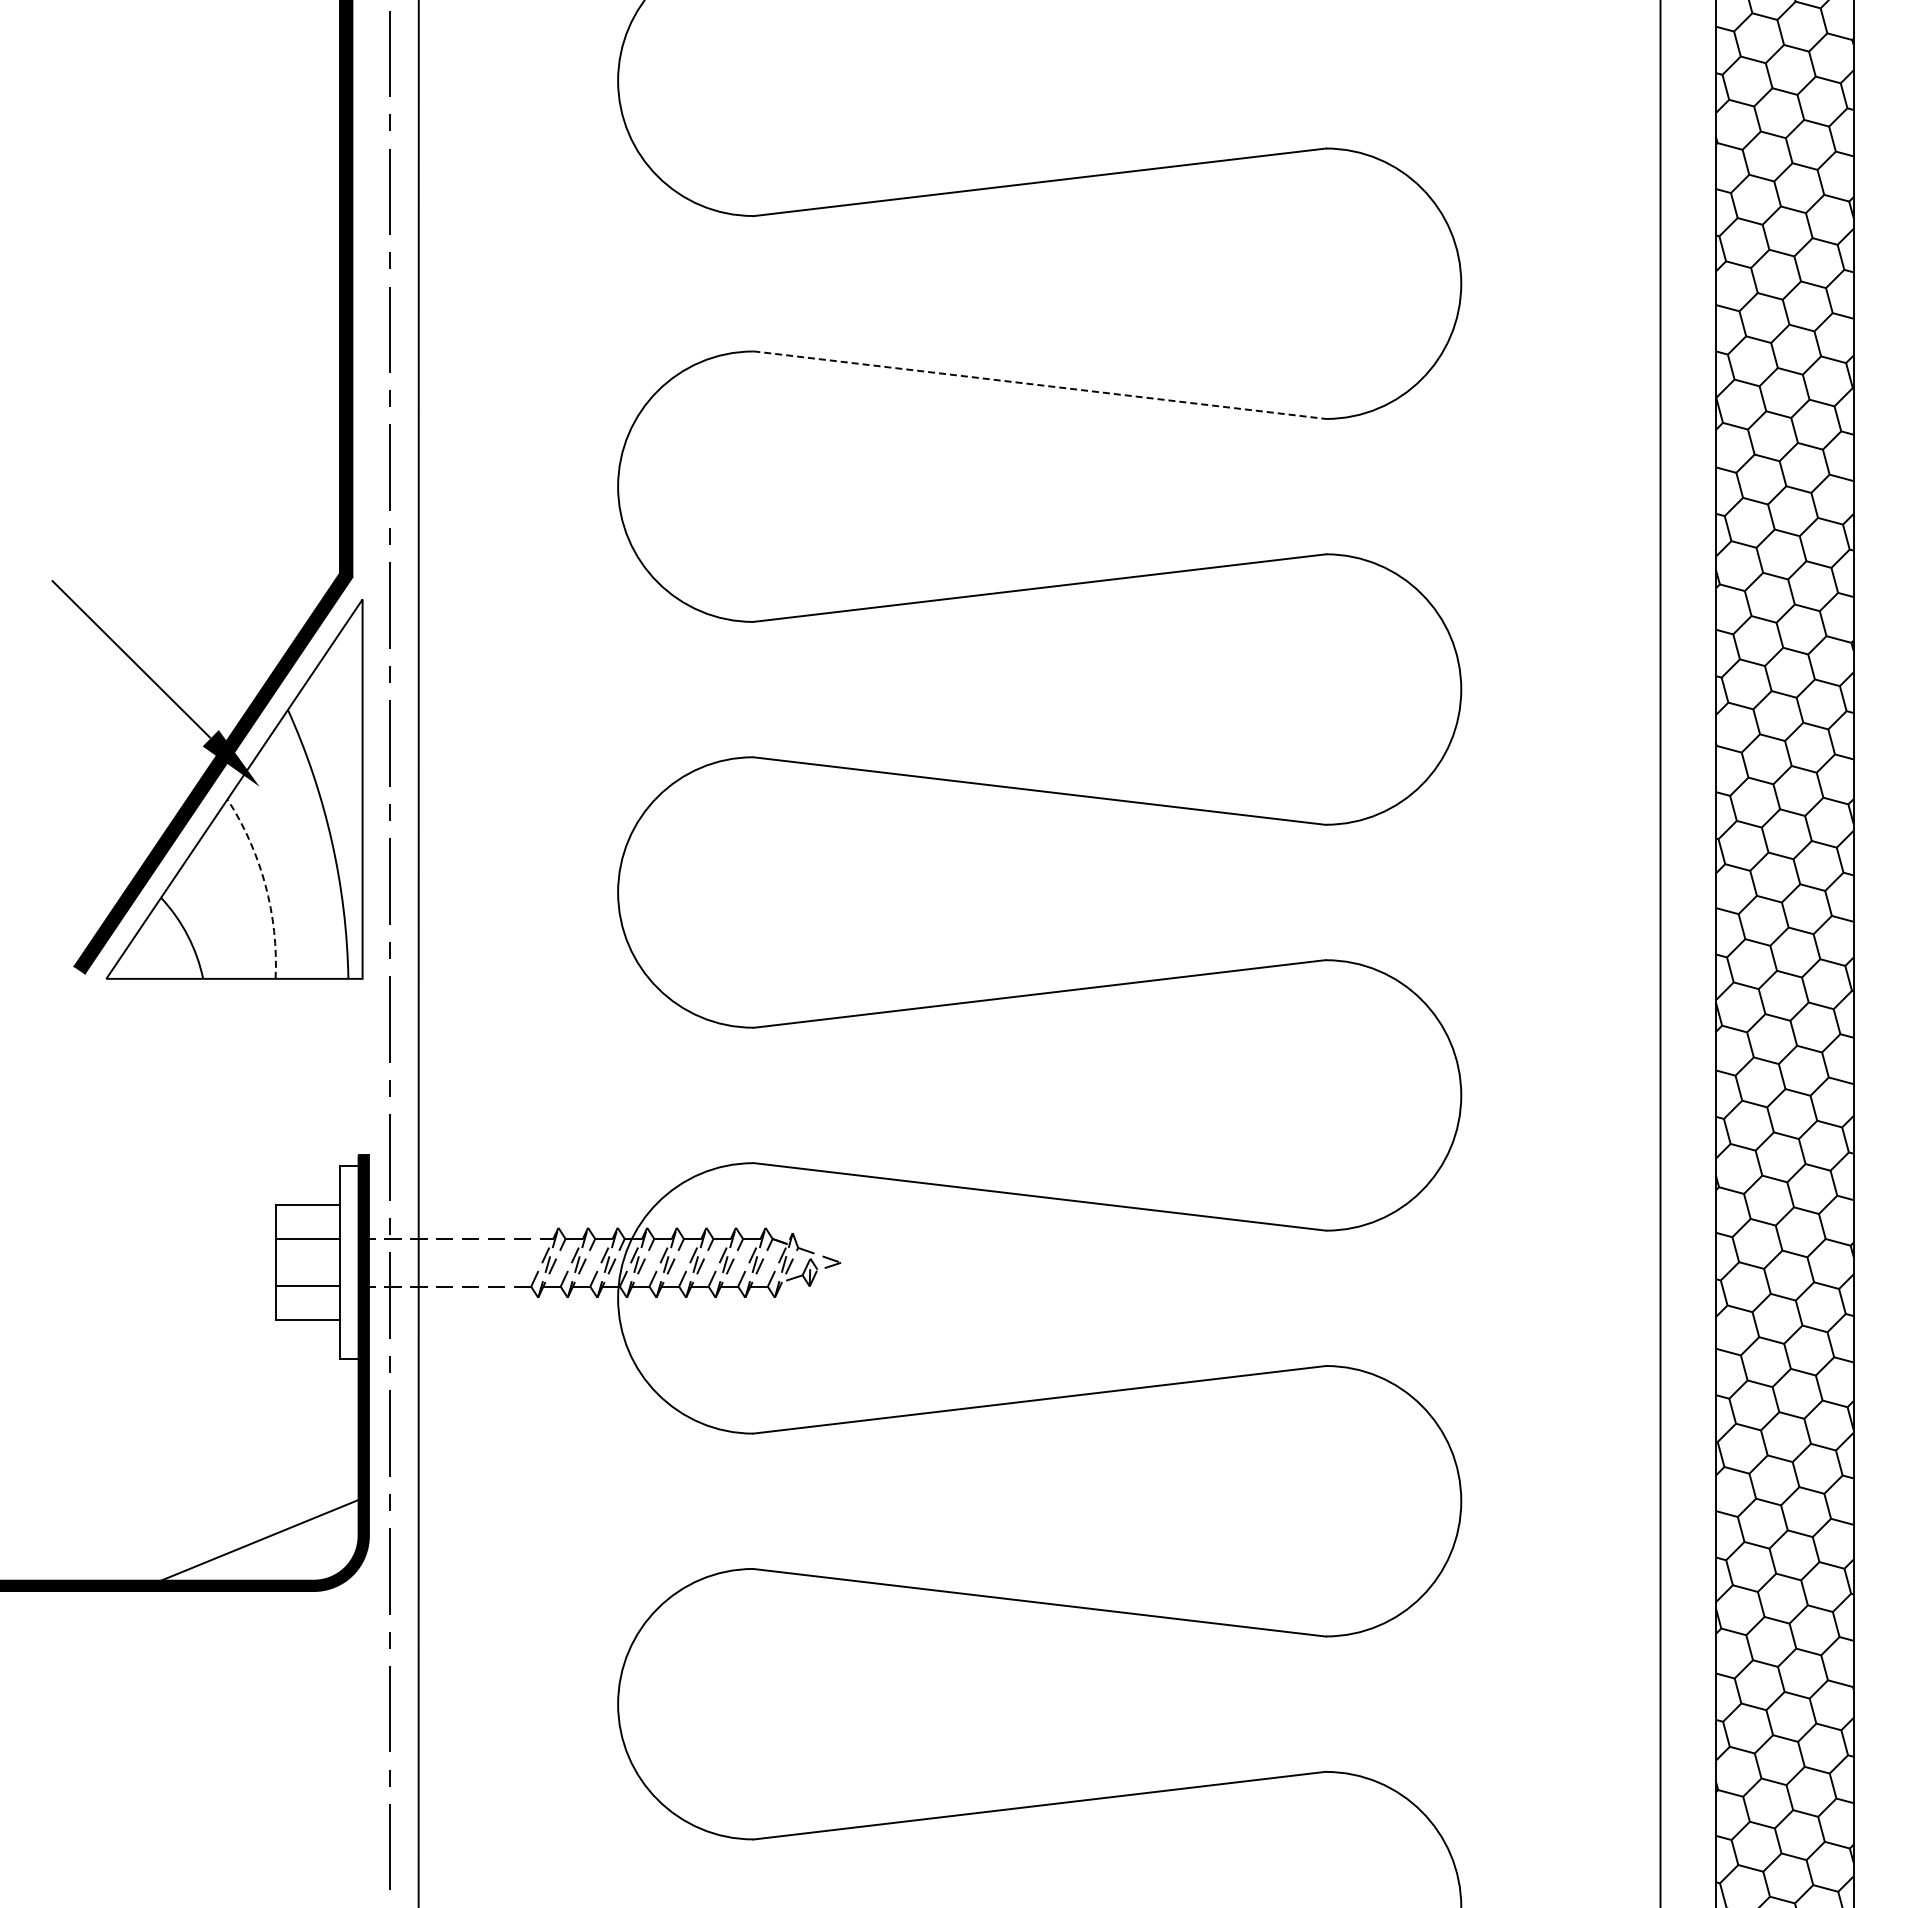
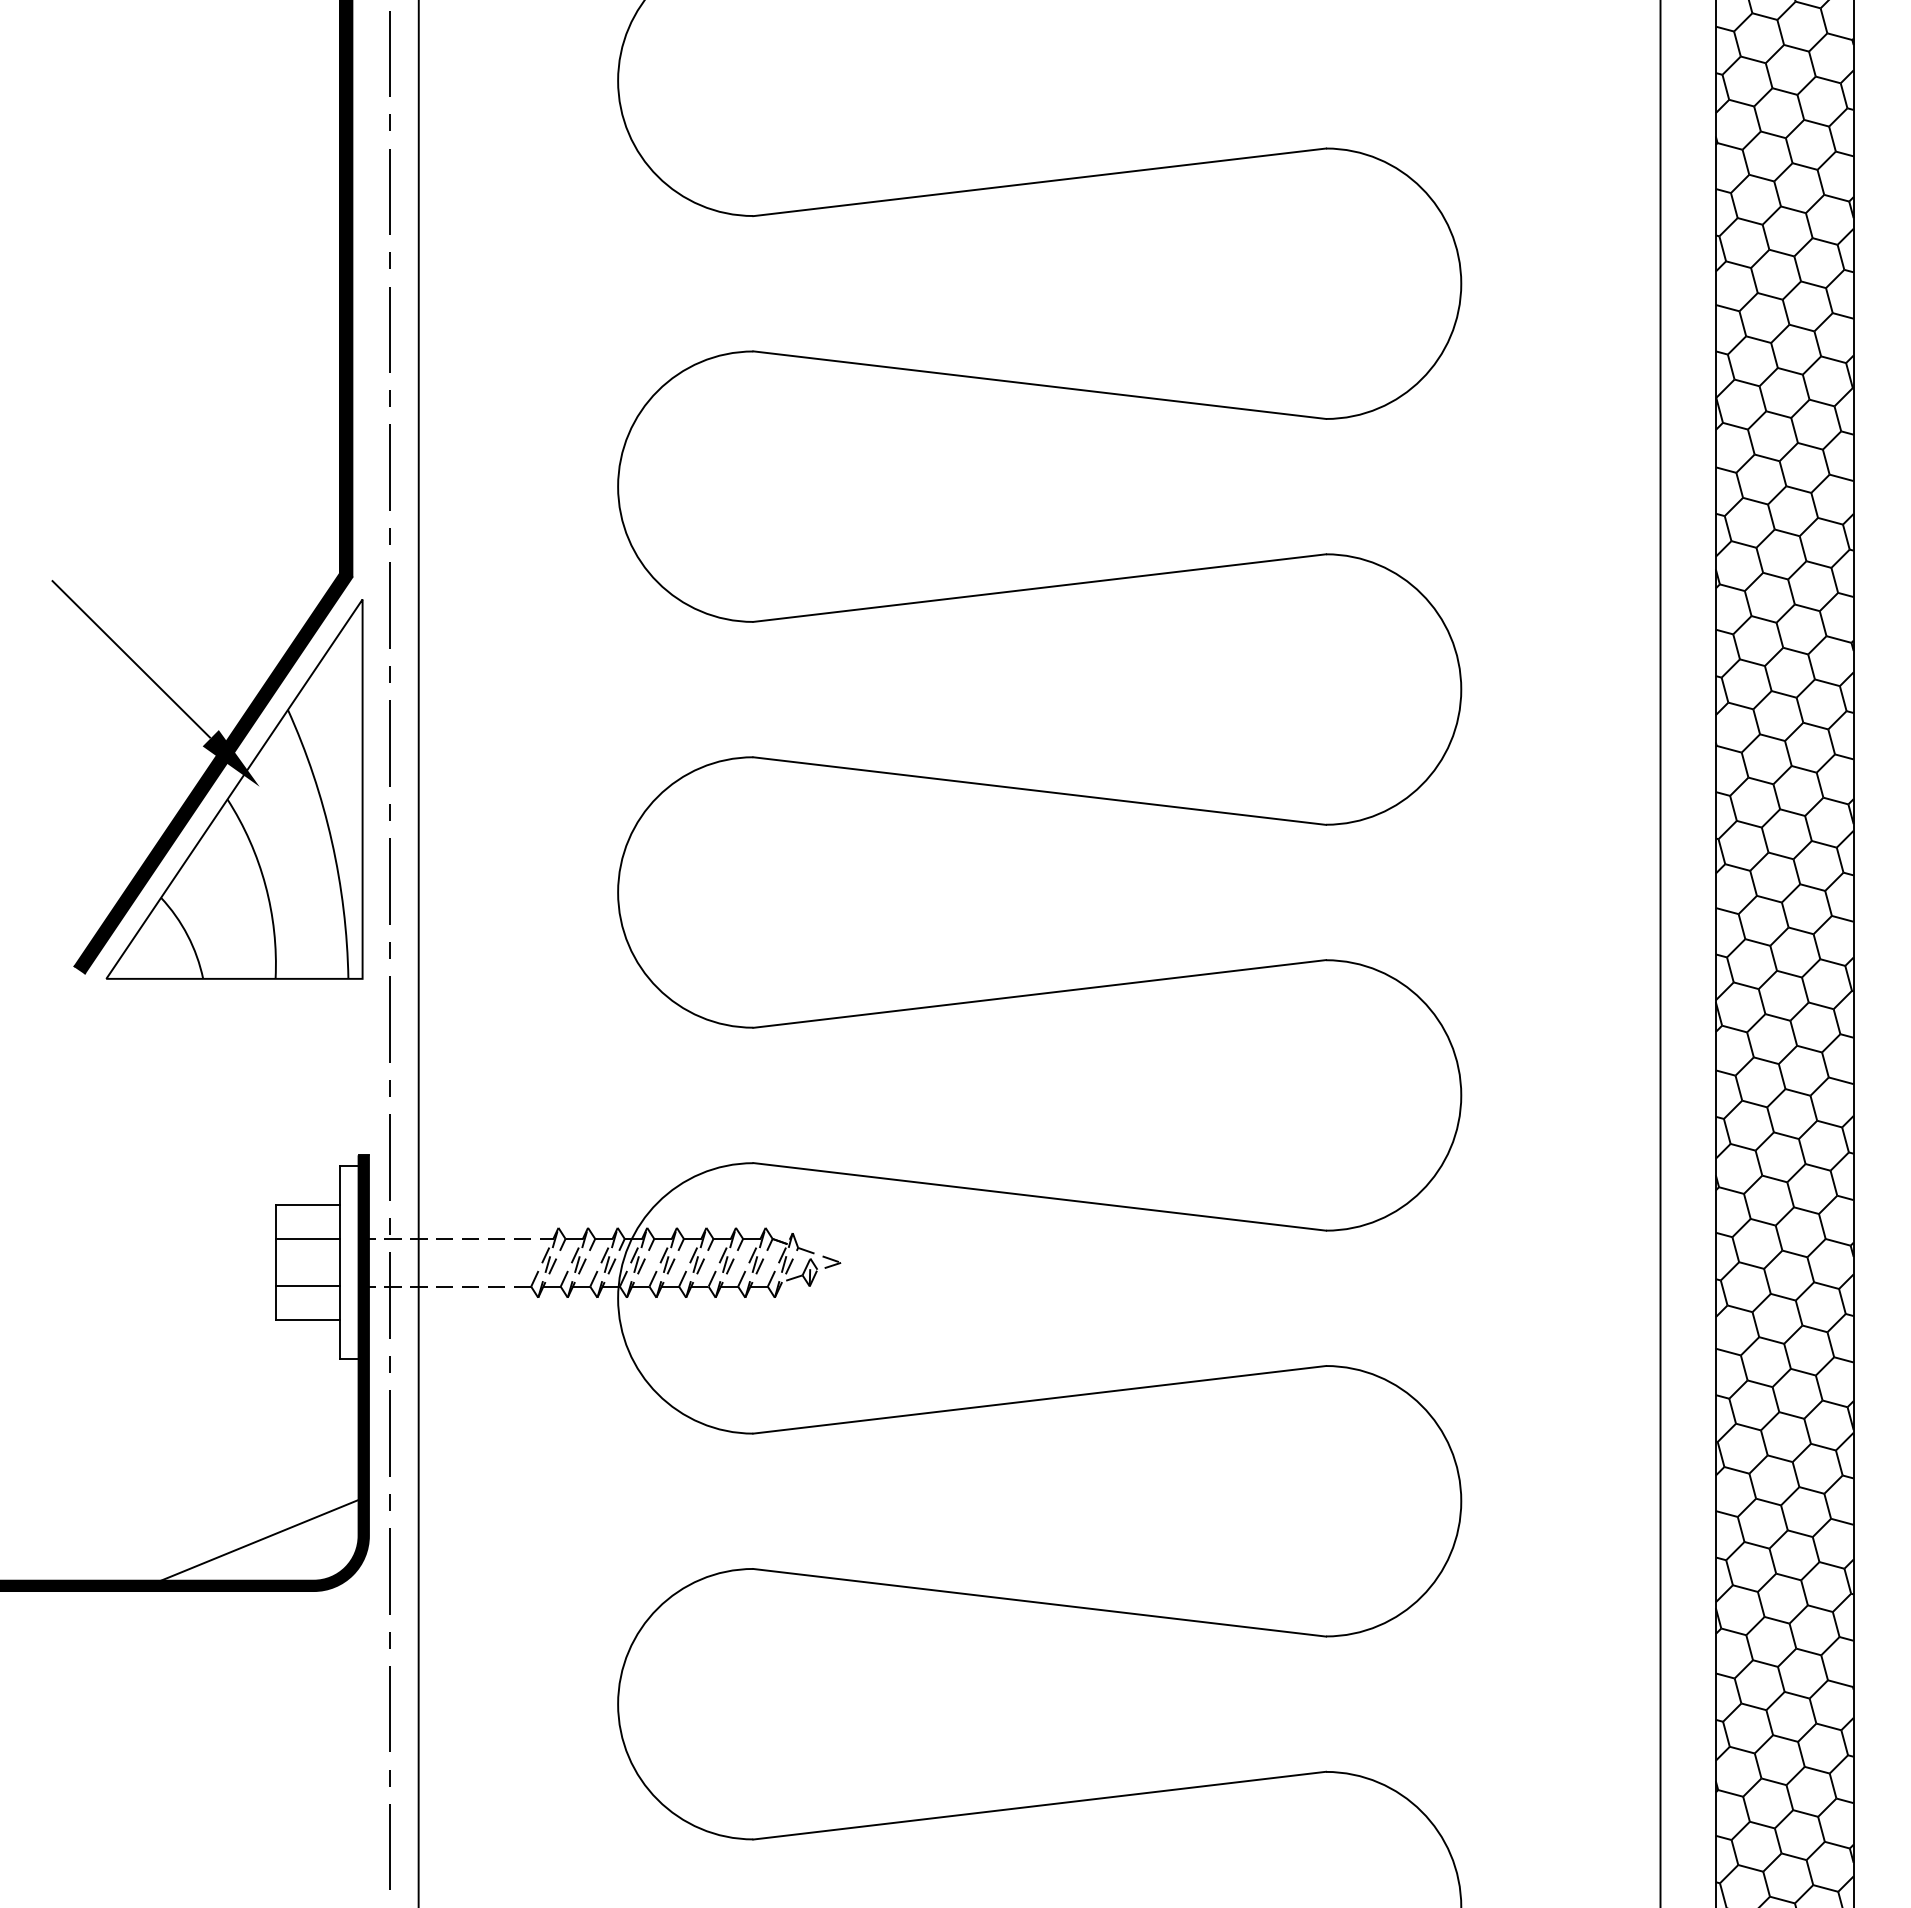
line at (1040, 385): dashed -> solid
arc at (265, 885): dashed -> solid
